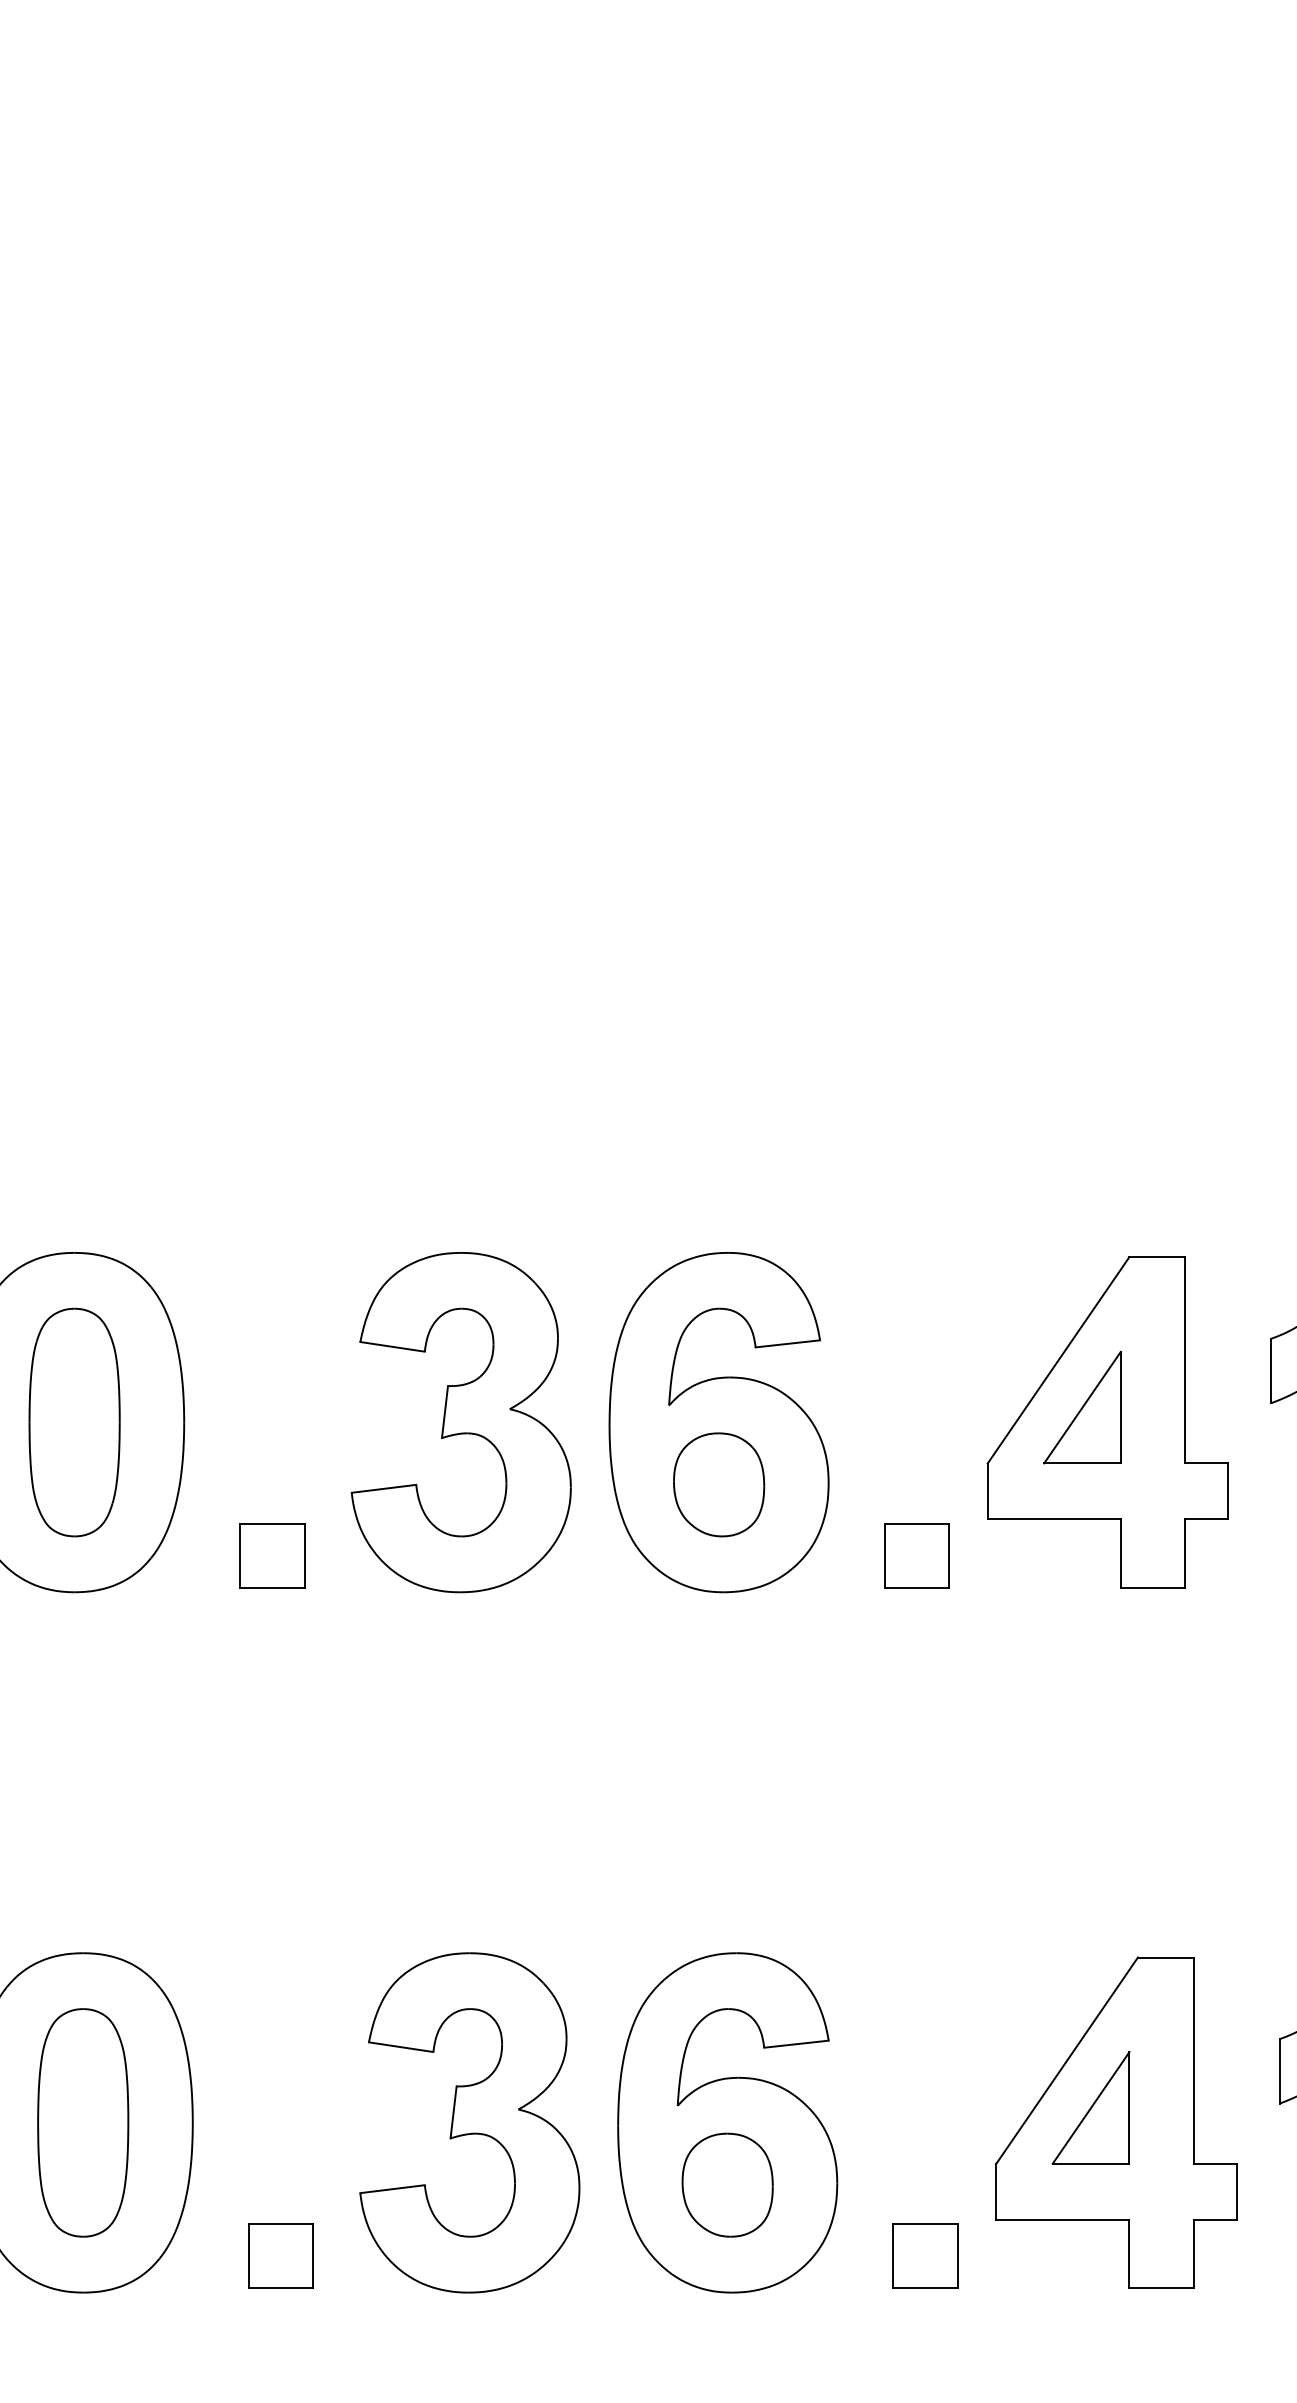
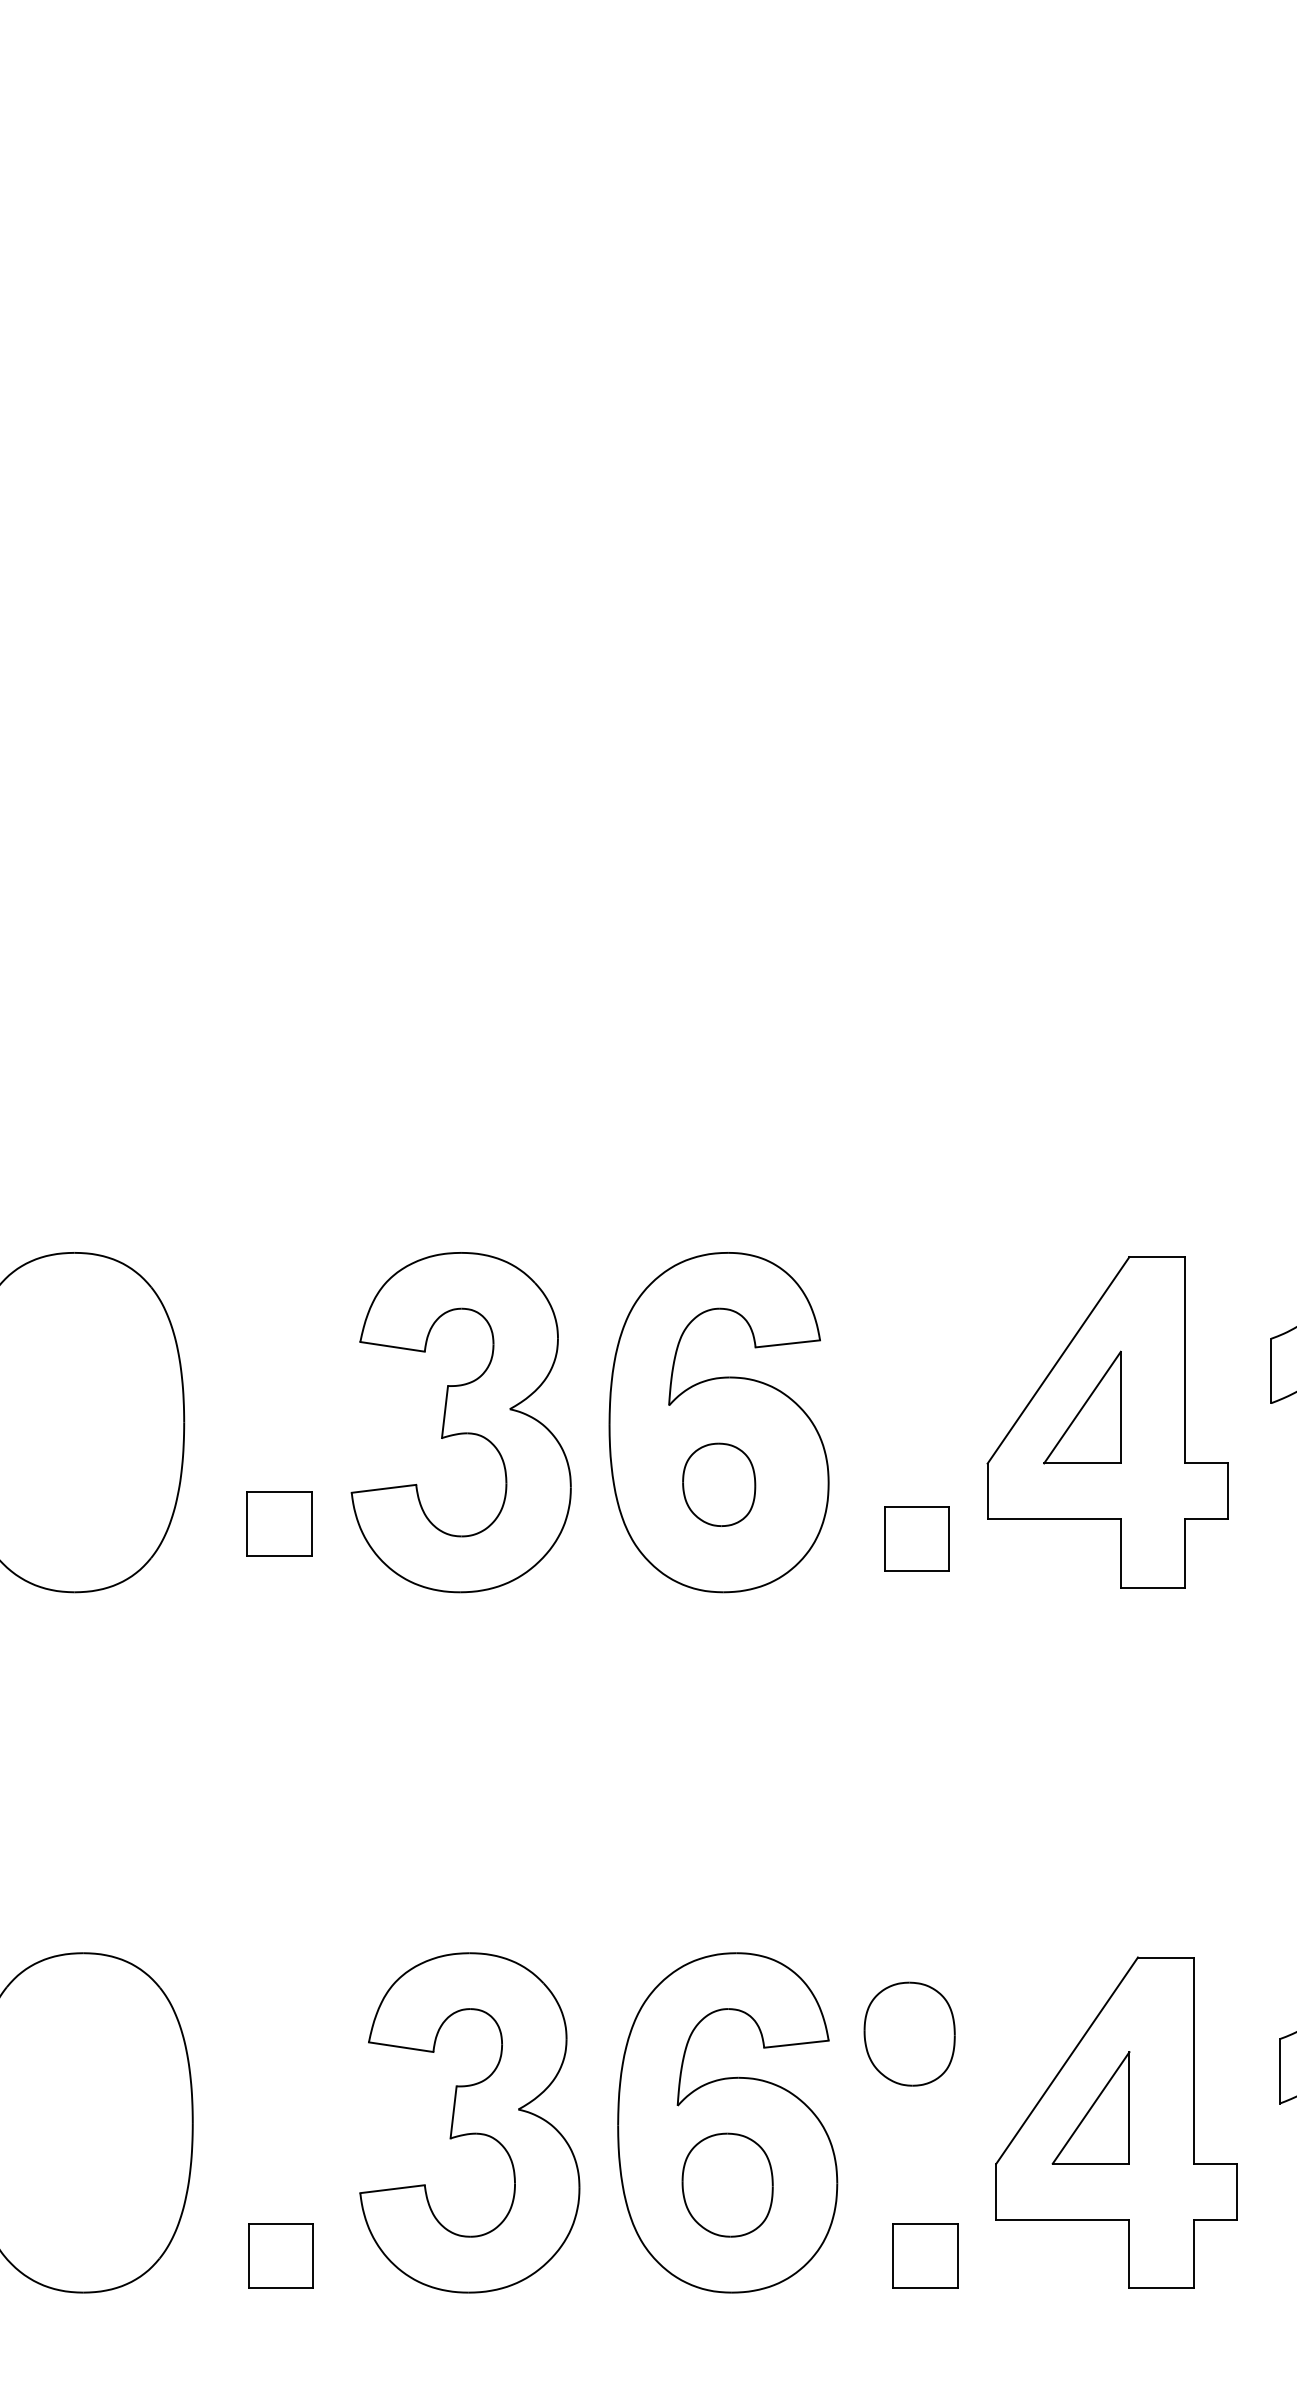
part at (74, 1422): present -> none
part at (719, 1484) size: 93x106 px -> 75x85 px
part at (272, 1555) position: (272, 1555) -> (279, 1523)
part at (916, 1555) position: (916, 1555) -> (916, 1538)
part at (909, 2033): none -> present
part at (83, 2122): present -> none
